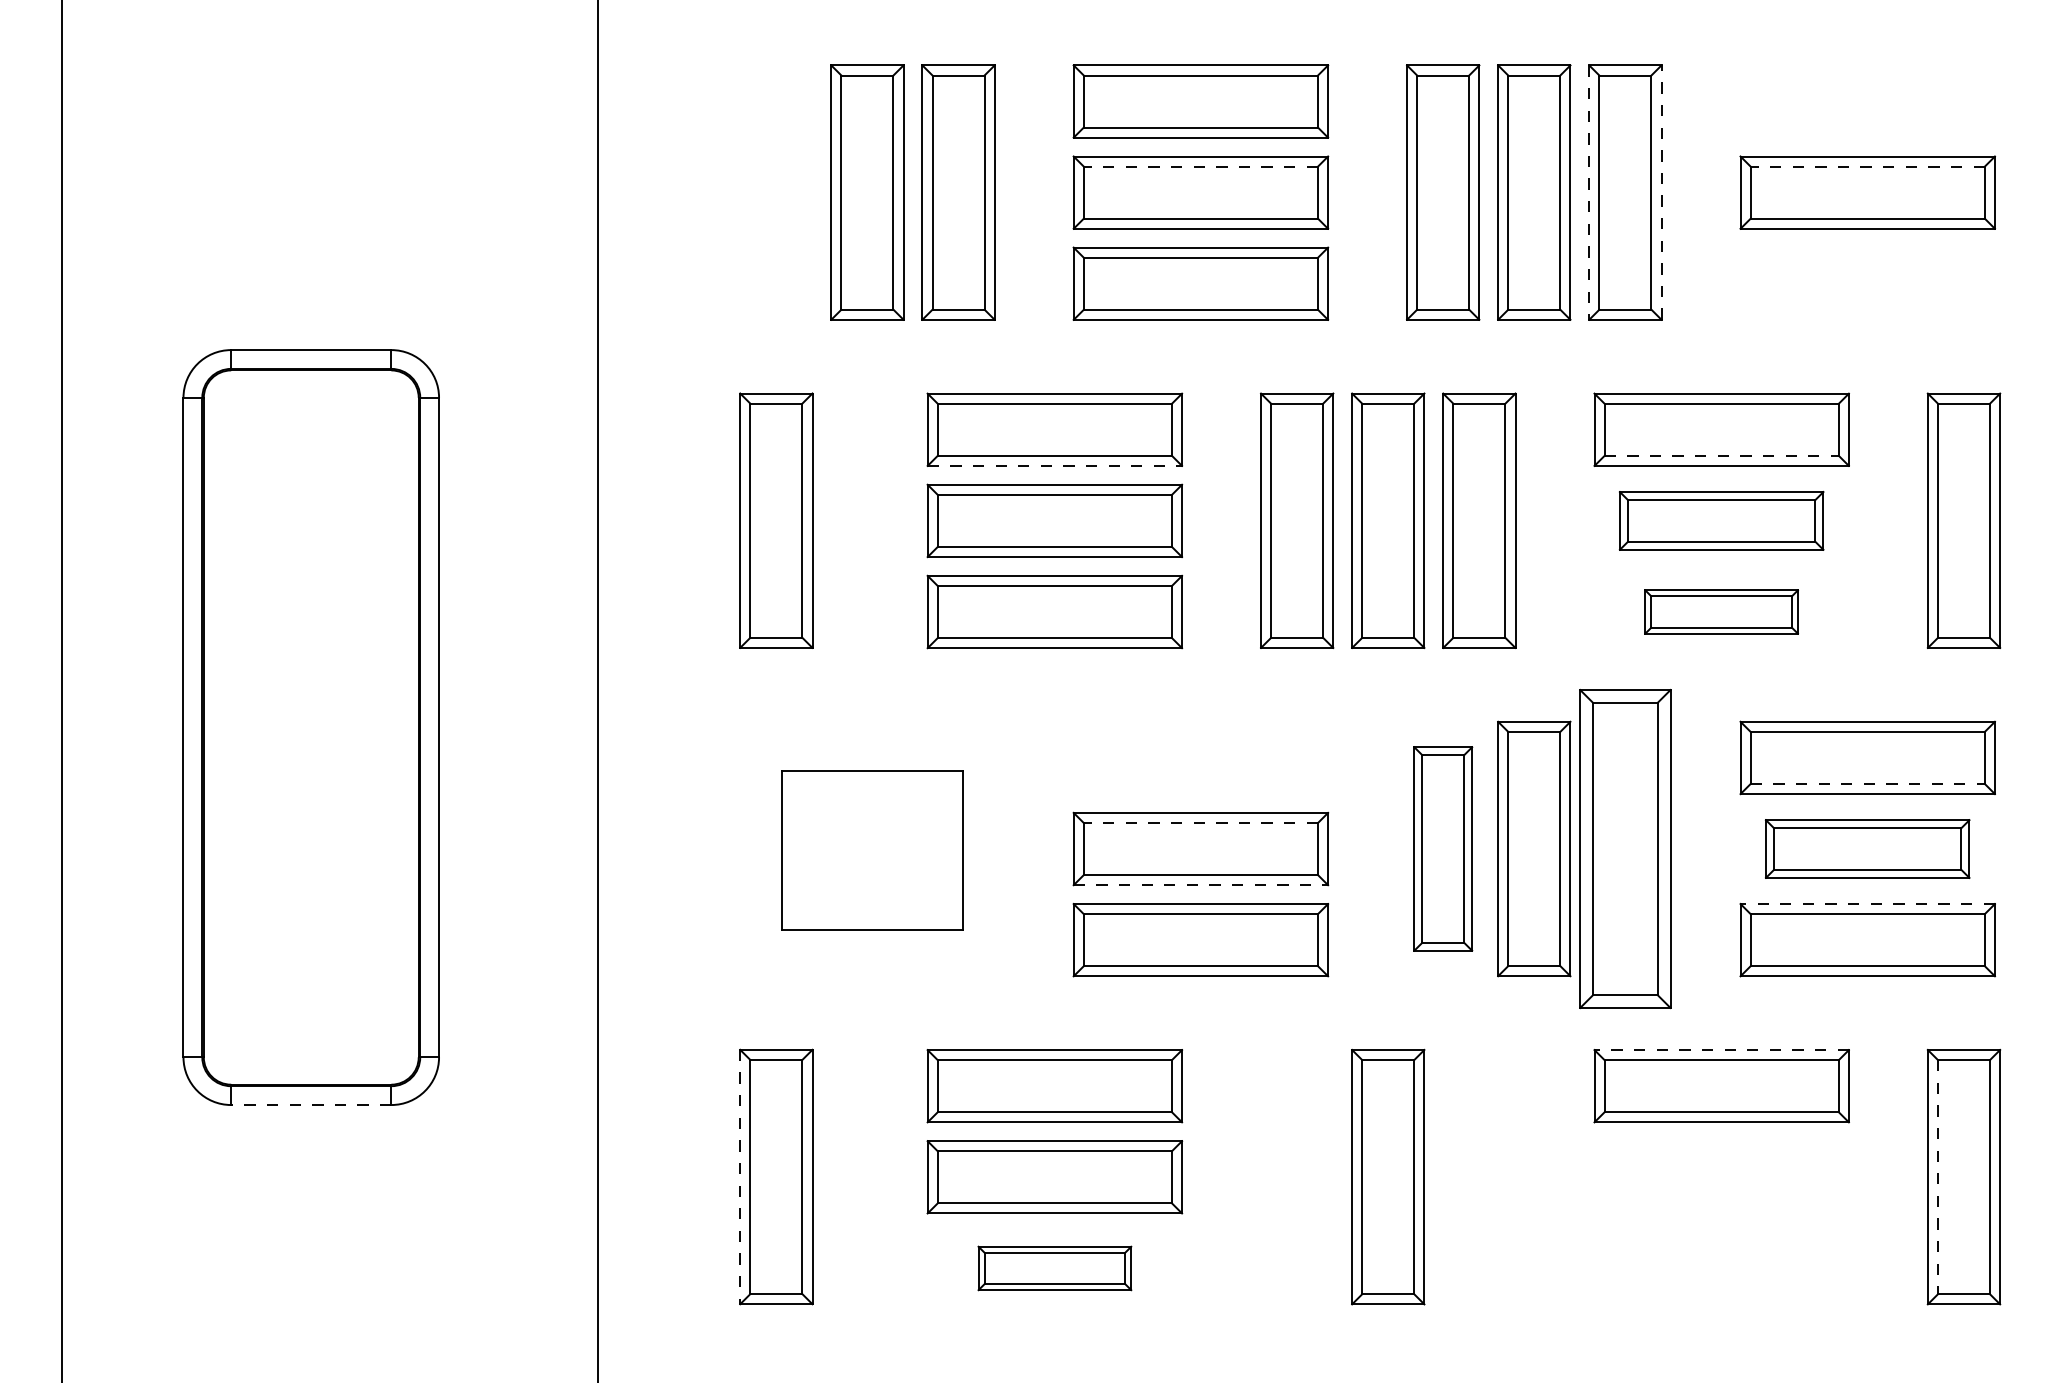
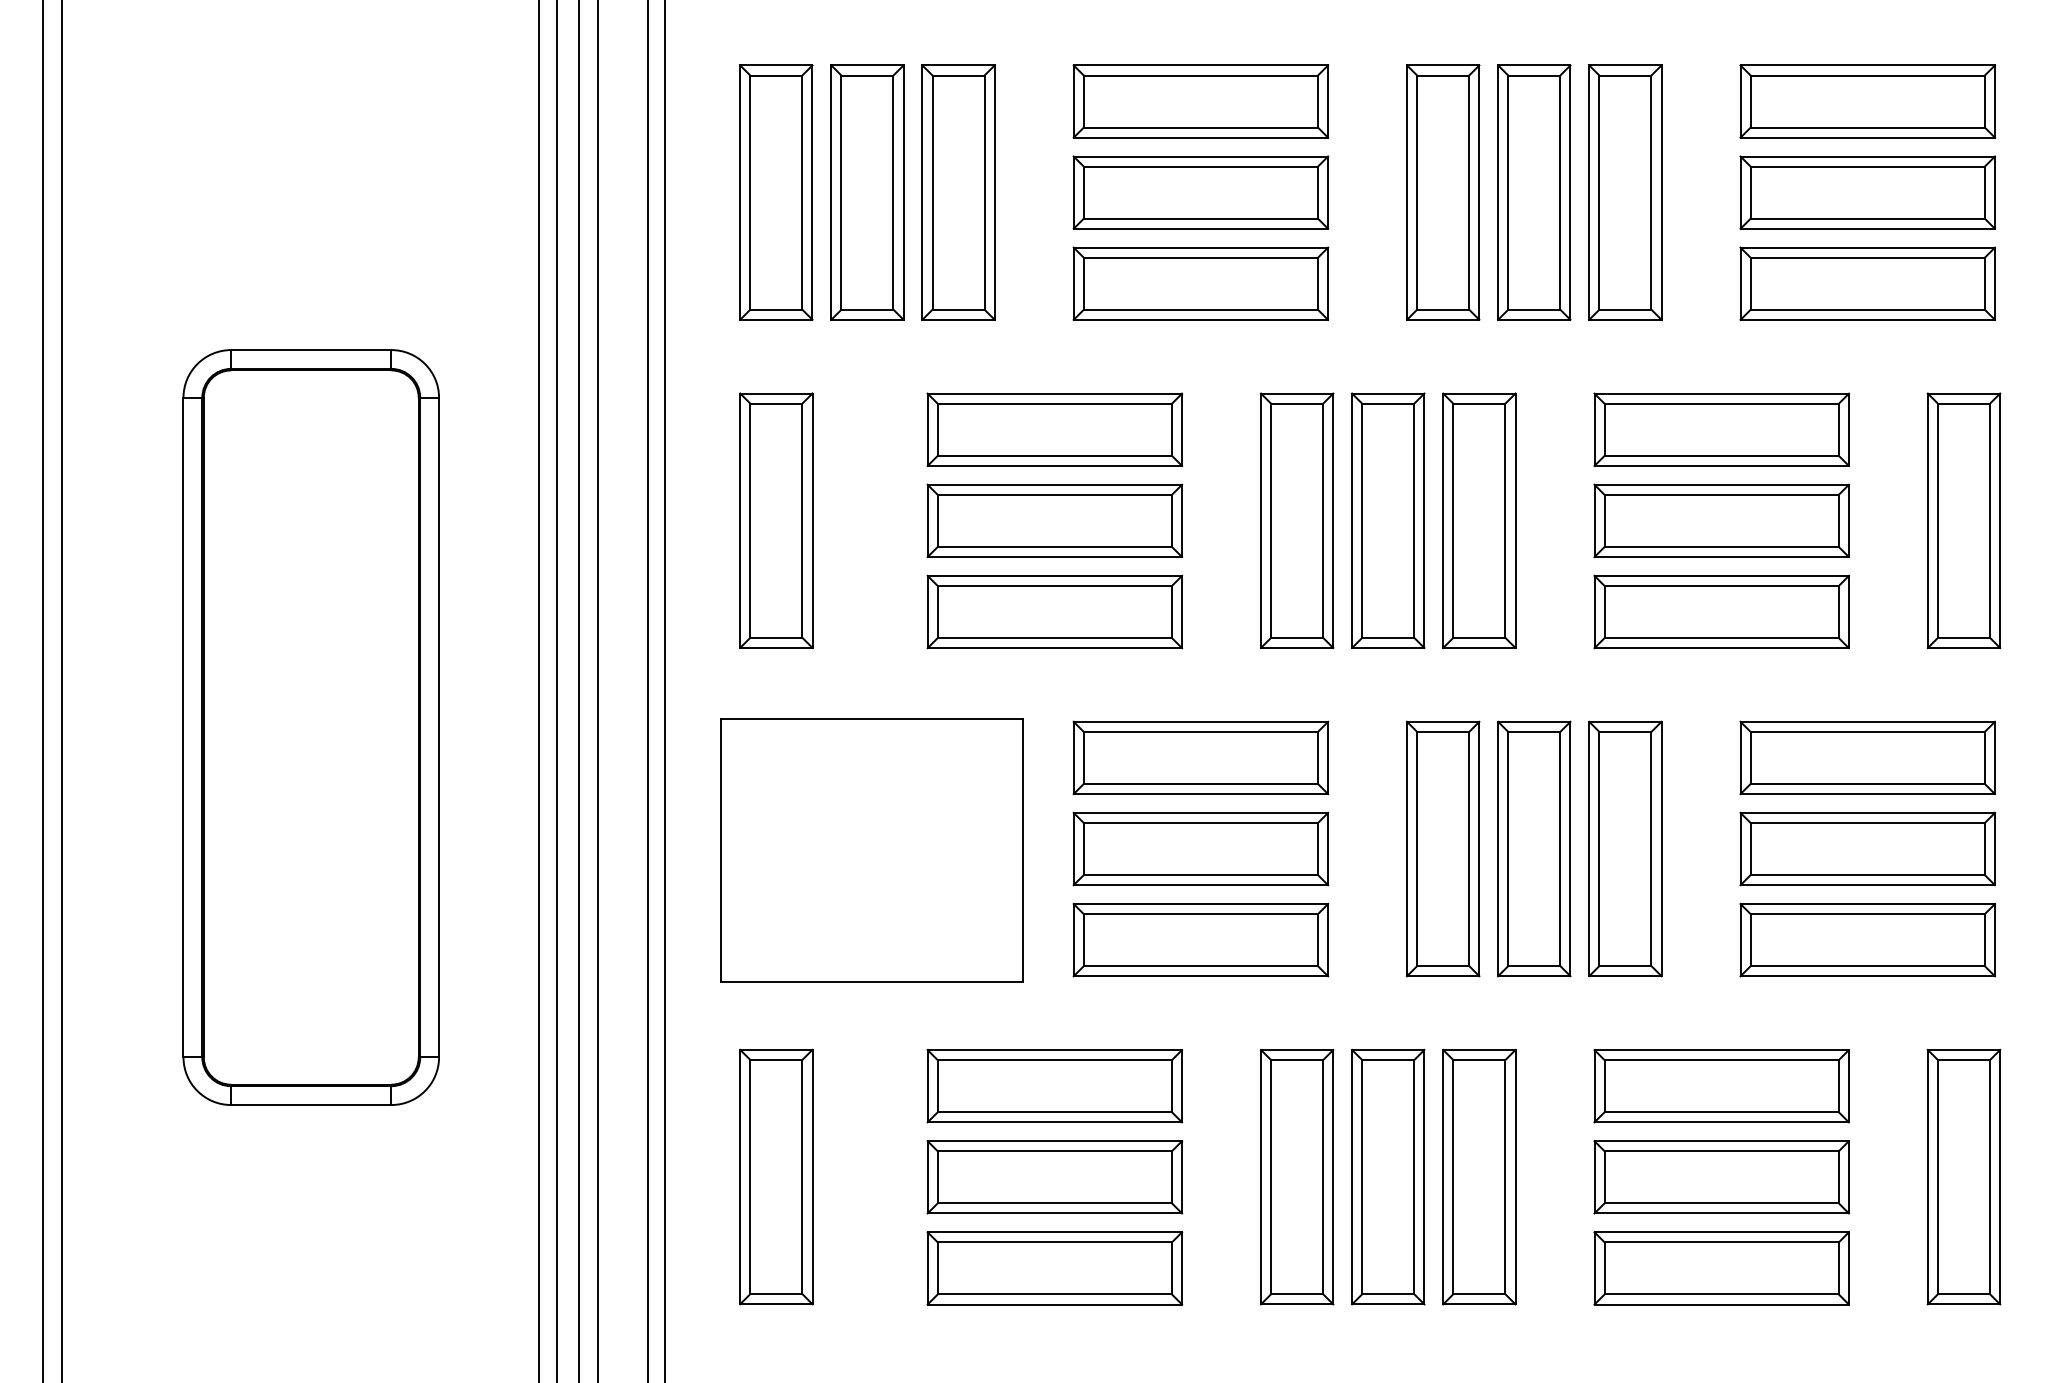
part at (1867, 101): none -> present
line at (1200, 166): dashed -> solid
line at (1867, 166): dashed -> solid
part at (776, 192): none -> present
line at (1661, 192): dashed -> solid
line at (1589, 193): dashed -> solid
part at (1867, 283): none -> present
line at (1722, 455): dashed -> solid
line at (1055, 465): dashed -> solid
part at (1721, 520) size: 207x60 px -> 257x76 px
part at (1721, 611) size: 155x46 px -> 257x76 px
line at (43, 690): none -> present
line at (538, 690): none -> present
line at (557, 690): none -> present
line at (579, 690): none -> present
line at (647, 690): none -> present
line at (664, 690): none -> present
part at (1200, 757): none -> present
line at (1868, 783): dashed -> solid
line at (1200, 823): dashed -> solid
part at (1443, 848) size: 61x206 px -> 75x258 px
part at (1625, 848) size: 93x322 px -> 75x258 px
part at (1867, 848) size: 207x60 px -> 257x76 px
part at (872, 850) size: 183x161 px -> 304x265 px
line at (1201, 885): dashed -> solid
line at (1867, 904): dashed -> solid
line at (1721, 1050): dashed -> solid
line at (310, 1105): dashed -> solid
part at (1297, 1176): none -> present
part at (1479, 1176): none -> present
line at (740, 1177): dashed -> solid
part at (1721, 1177): none -> present
line at (1937, 1177): dashed -> solid
part at (1054, 1268) size: 156x47 px -> 258x75 px
part at (1721, 1268): none -> present
